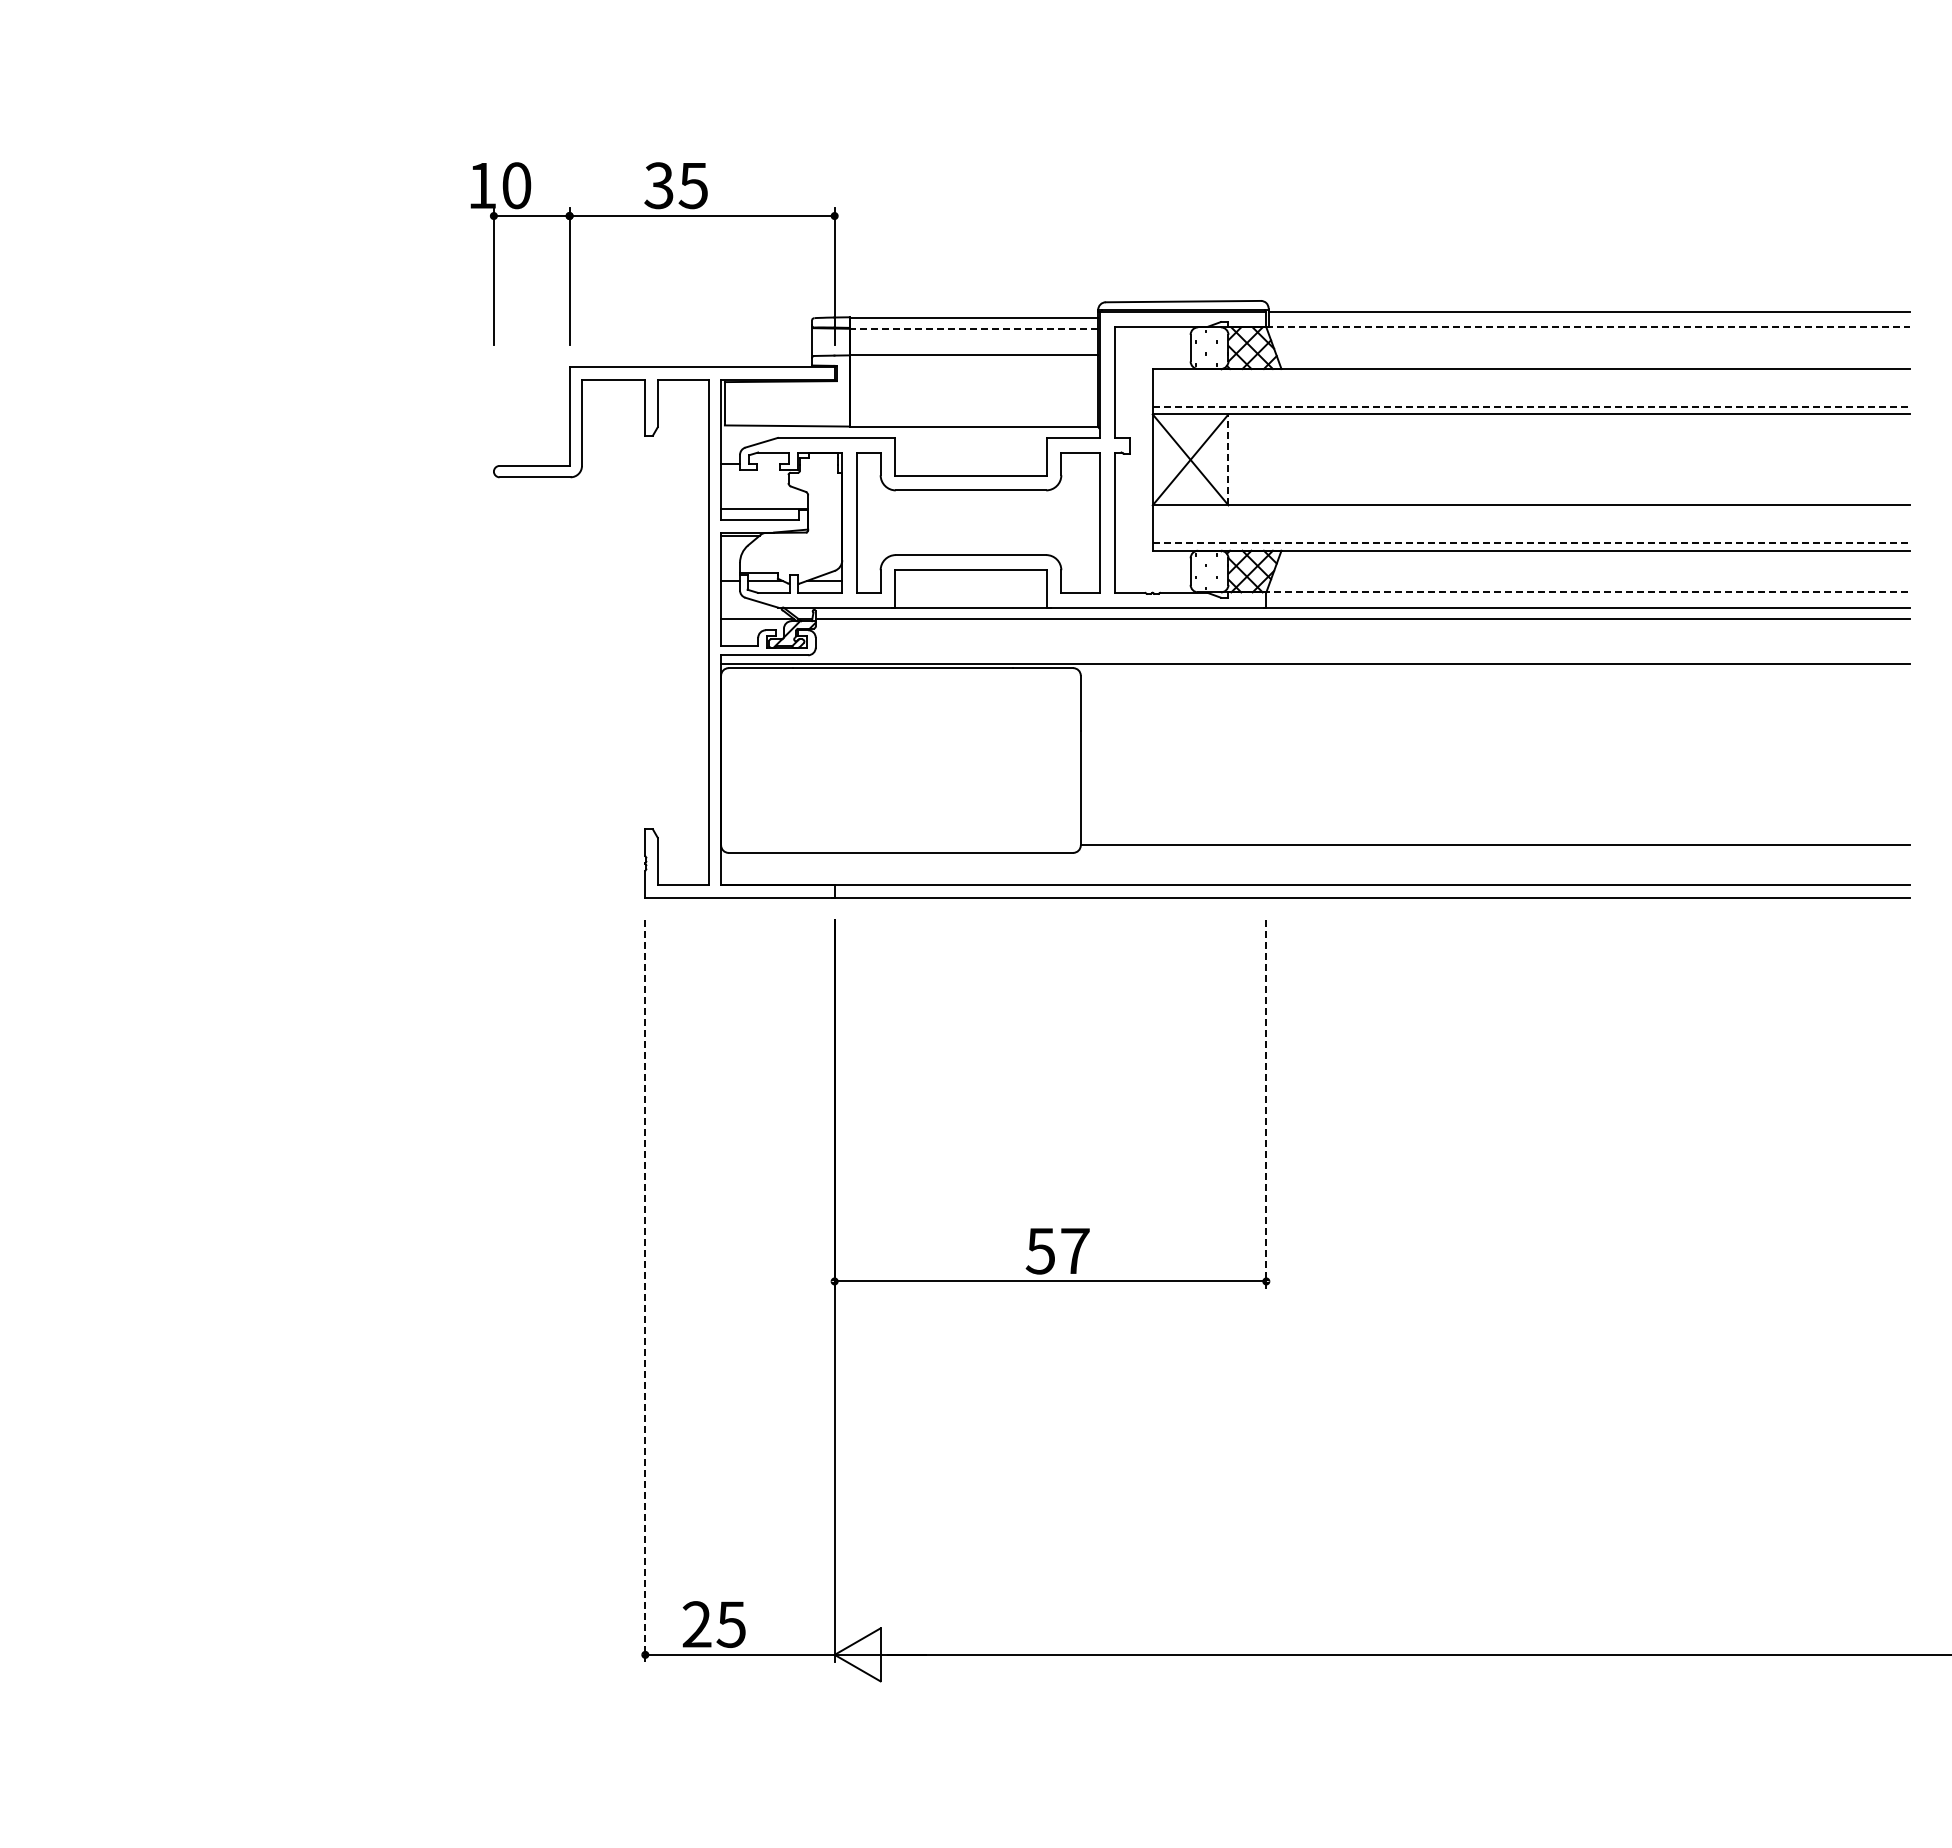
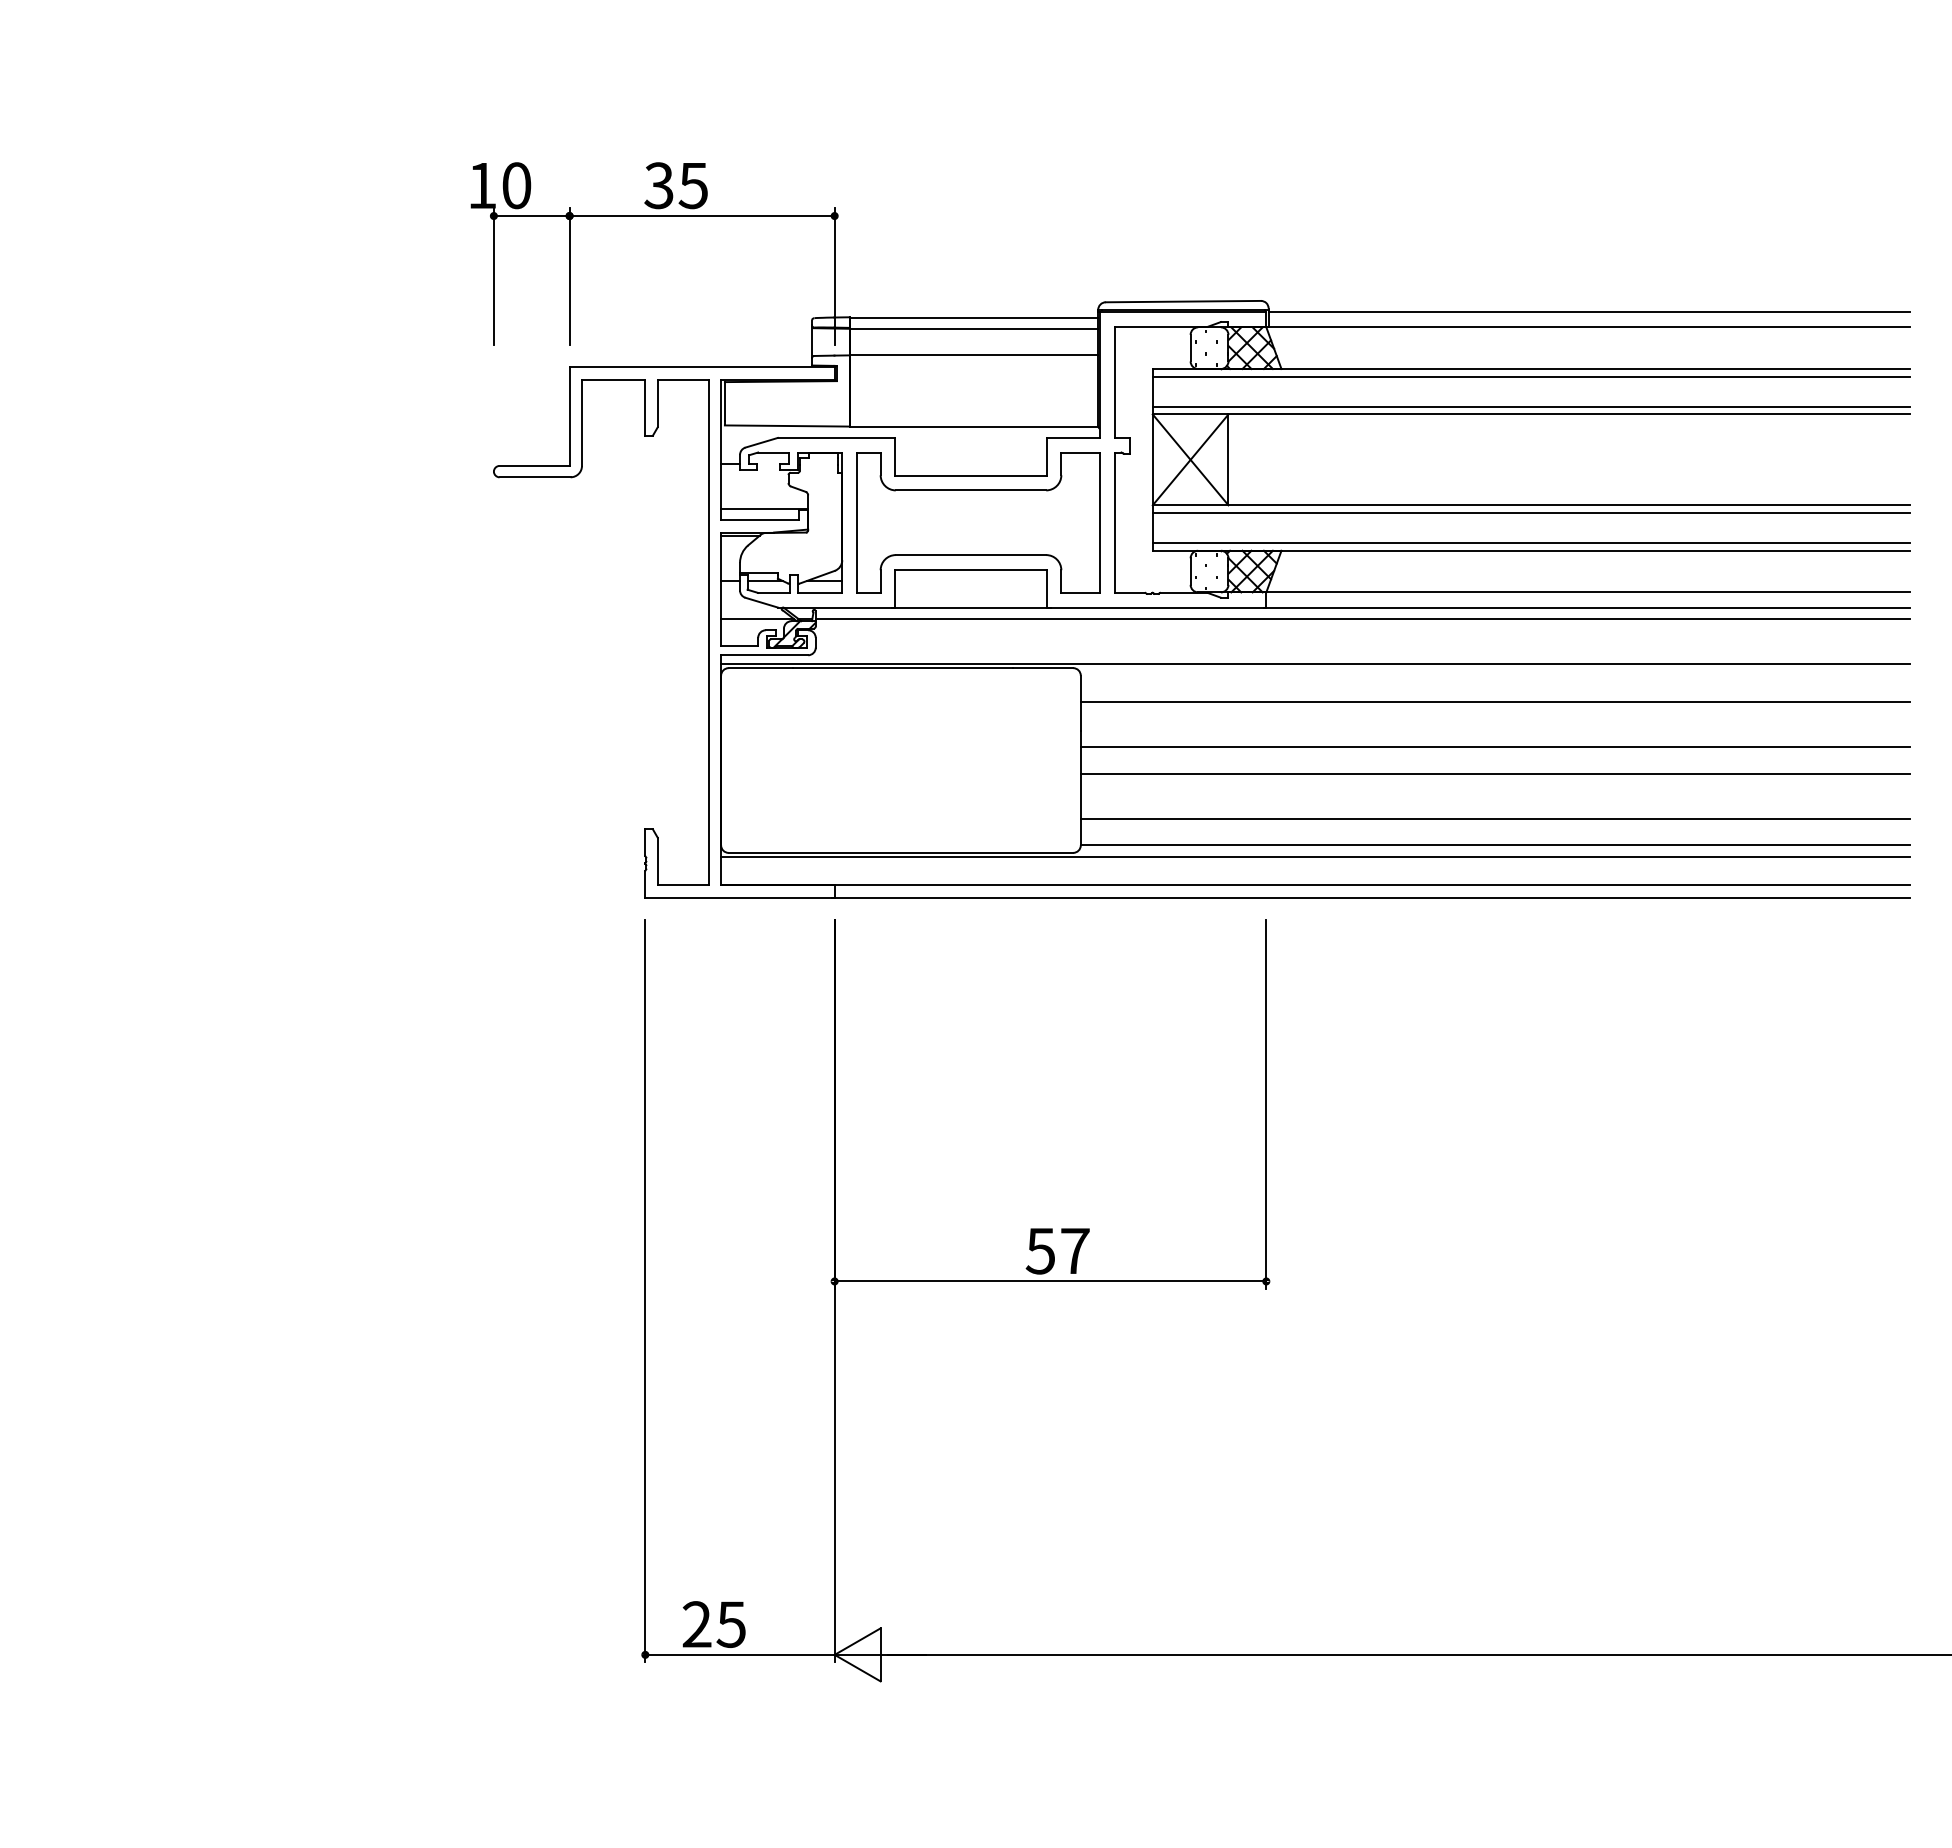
line at (1588, 327): dashed -> solid
line at (973, 328): dashed -> solid
line at (1531, 376): none -> present
line at (1531, 406): dashed -> solid
line at (1228, 459): dashed -> solid
line at (1531, 512): none -> present
line at (1531, 543): dashed -> solid
line at (1586, 592): dashed -> solid
line at (1495, 702): none -> present
line at (1495, 747): none -> present
line at (1495, 773): none -> present
line at (1495, 818): none -> present
line at (1315, 856): none -> present
line at (1266, 1105): dashed -> solid
line at (645, 1291): dashed -> solid
